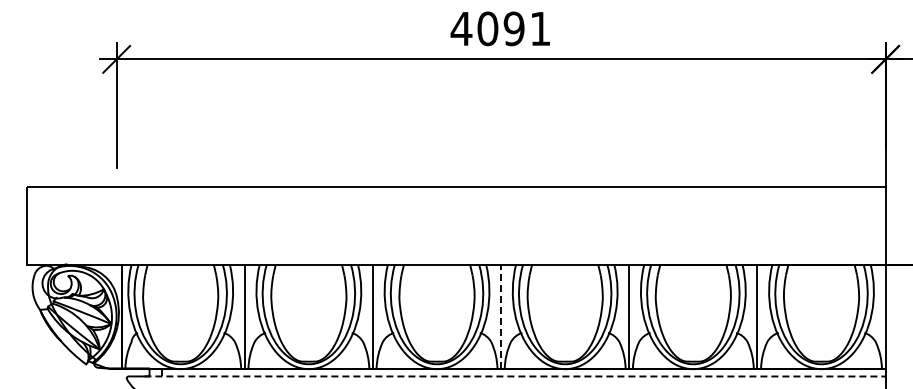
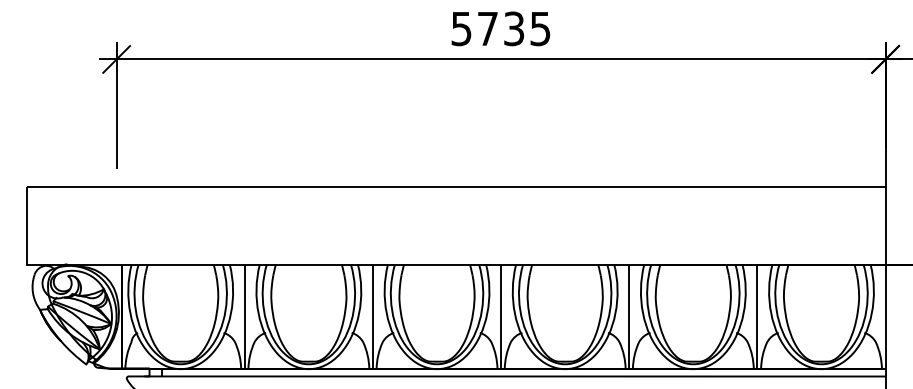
text at (500, 28): 4091 -> 5735
line at (501, 316): dashed -> solid
line at (515, 376): dashed -> solid
